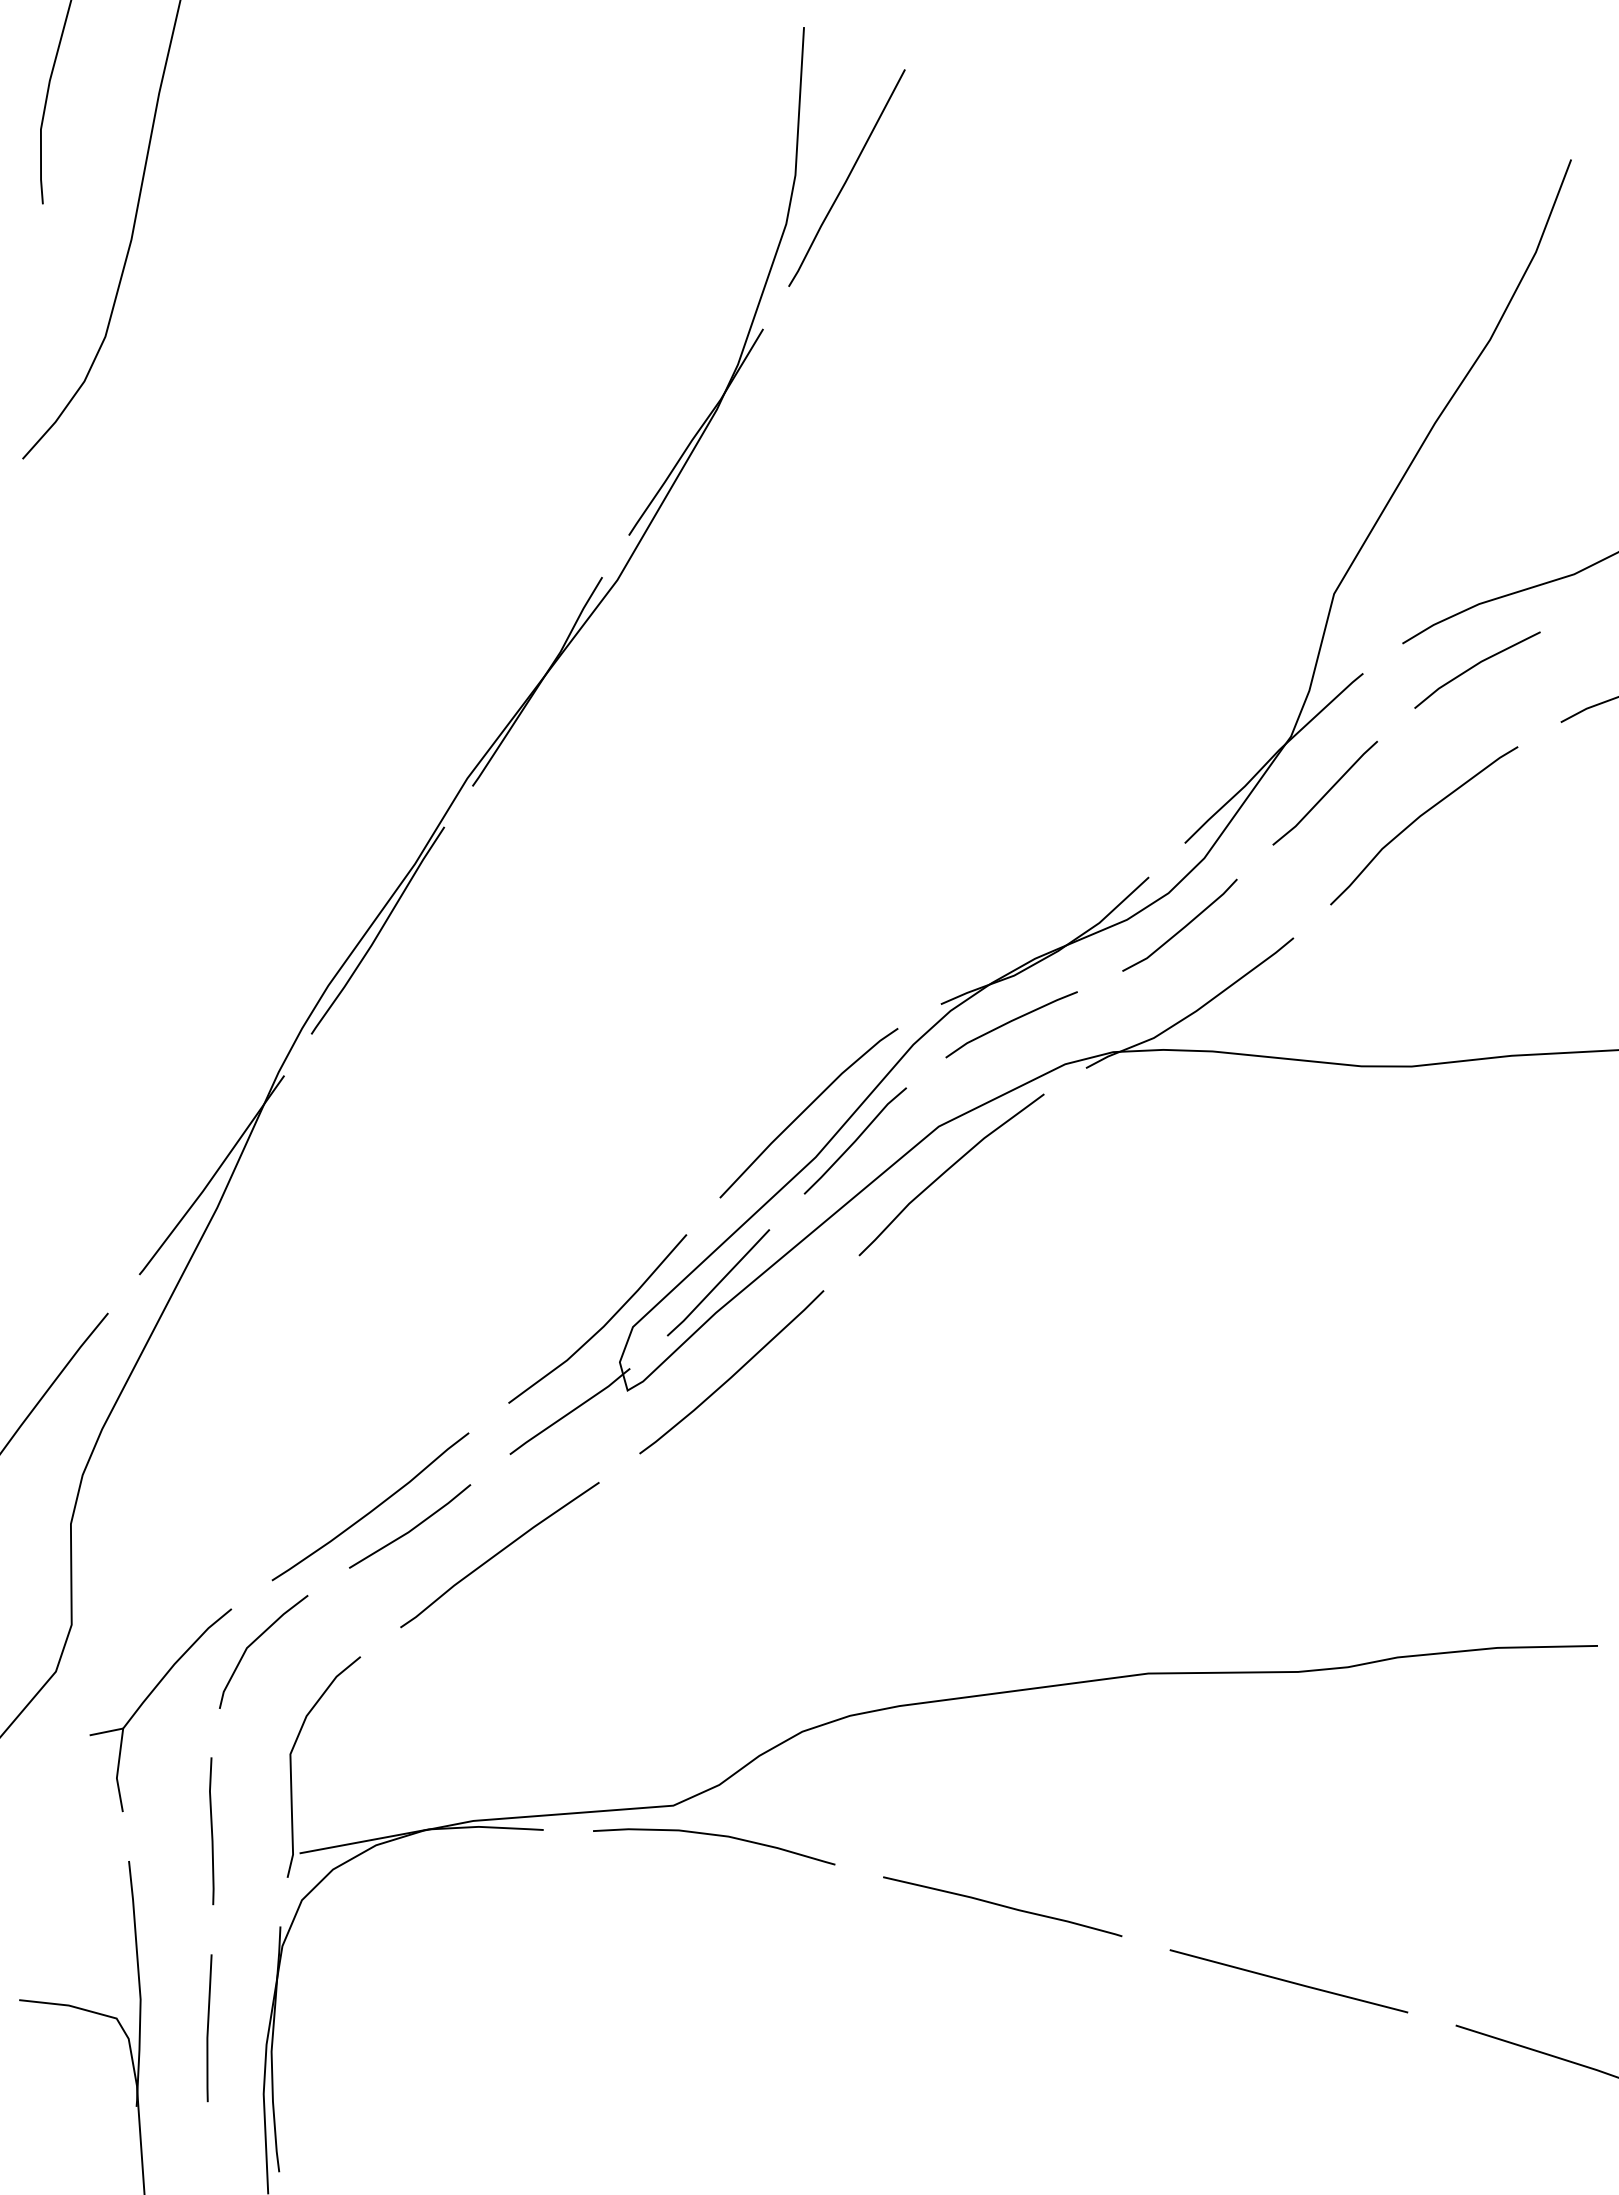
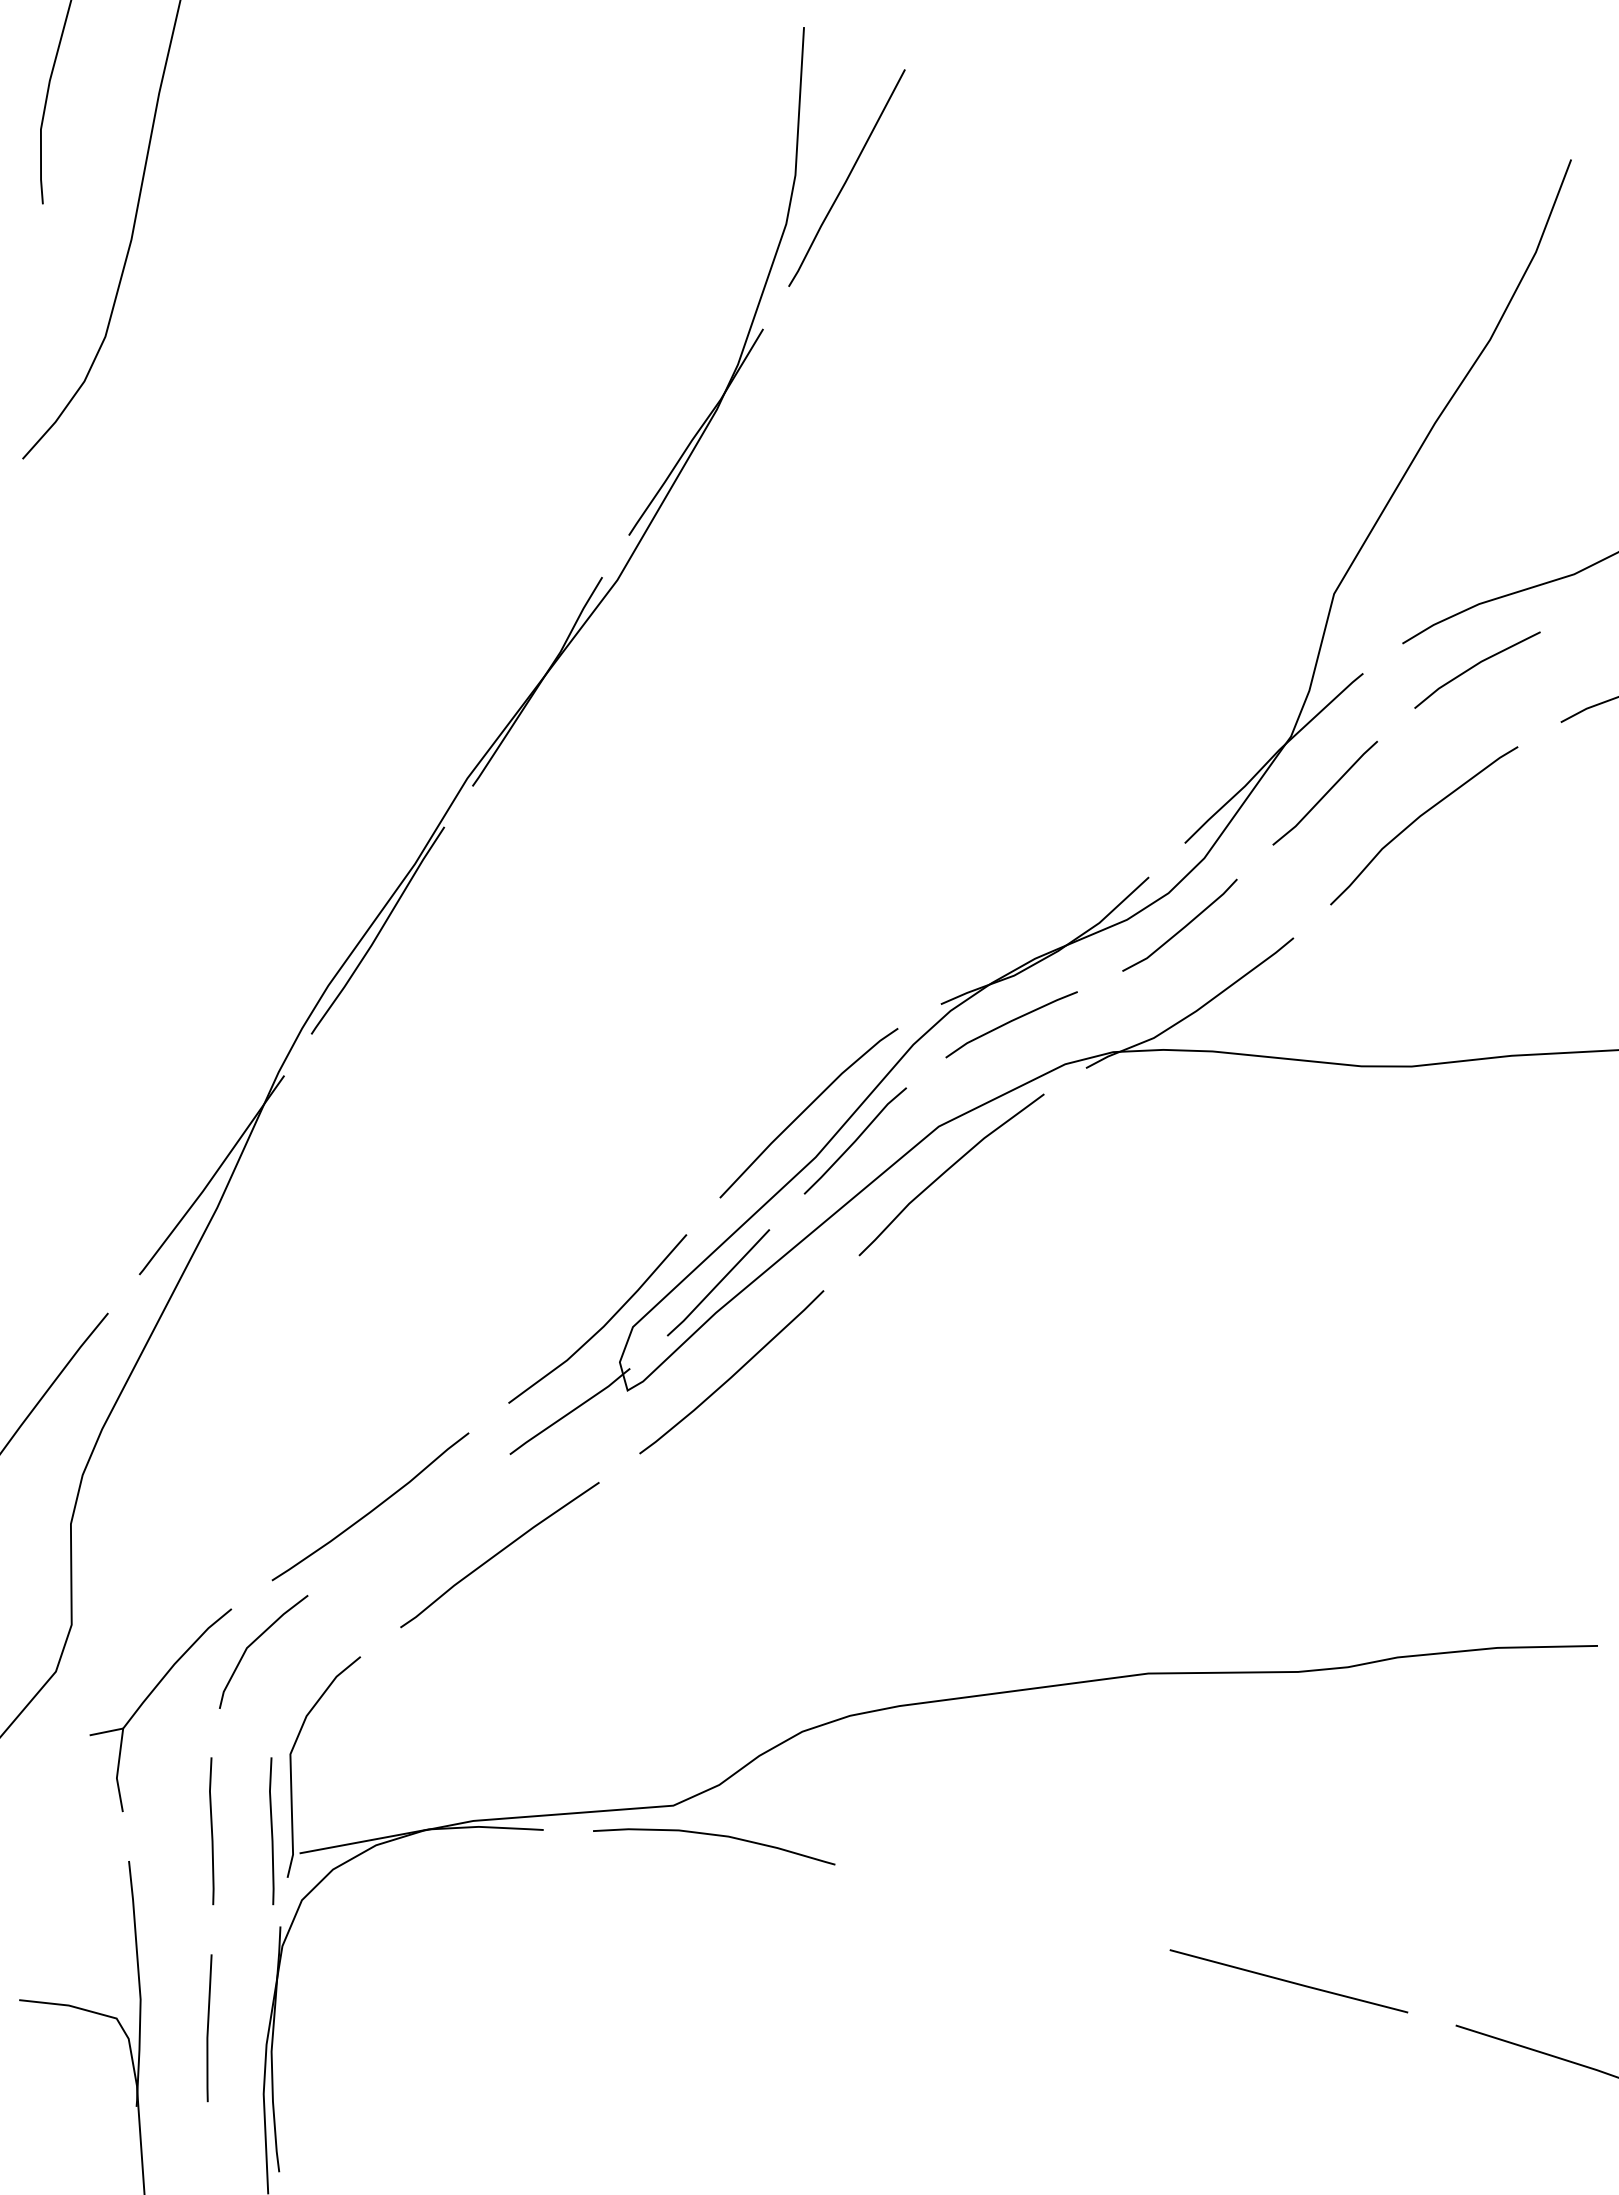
line at (412, 1528): present -> none
line at (271, 1831): none -> present
curve at (1002, 1906): present -> none
